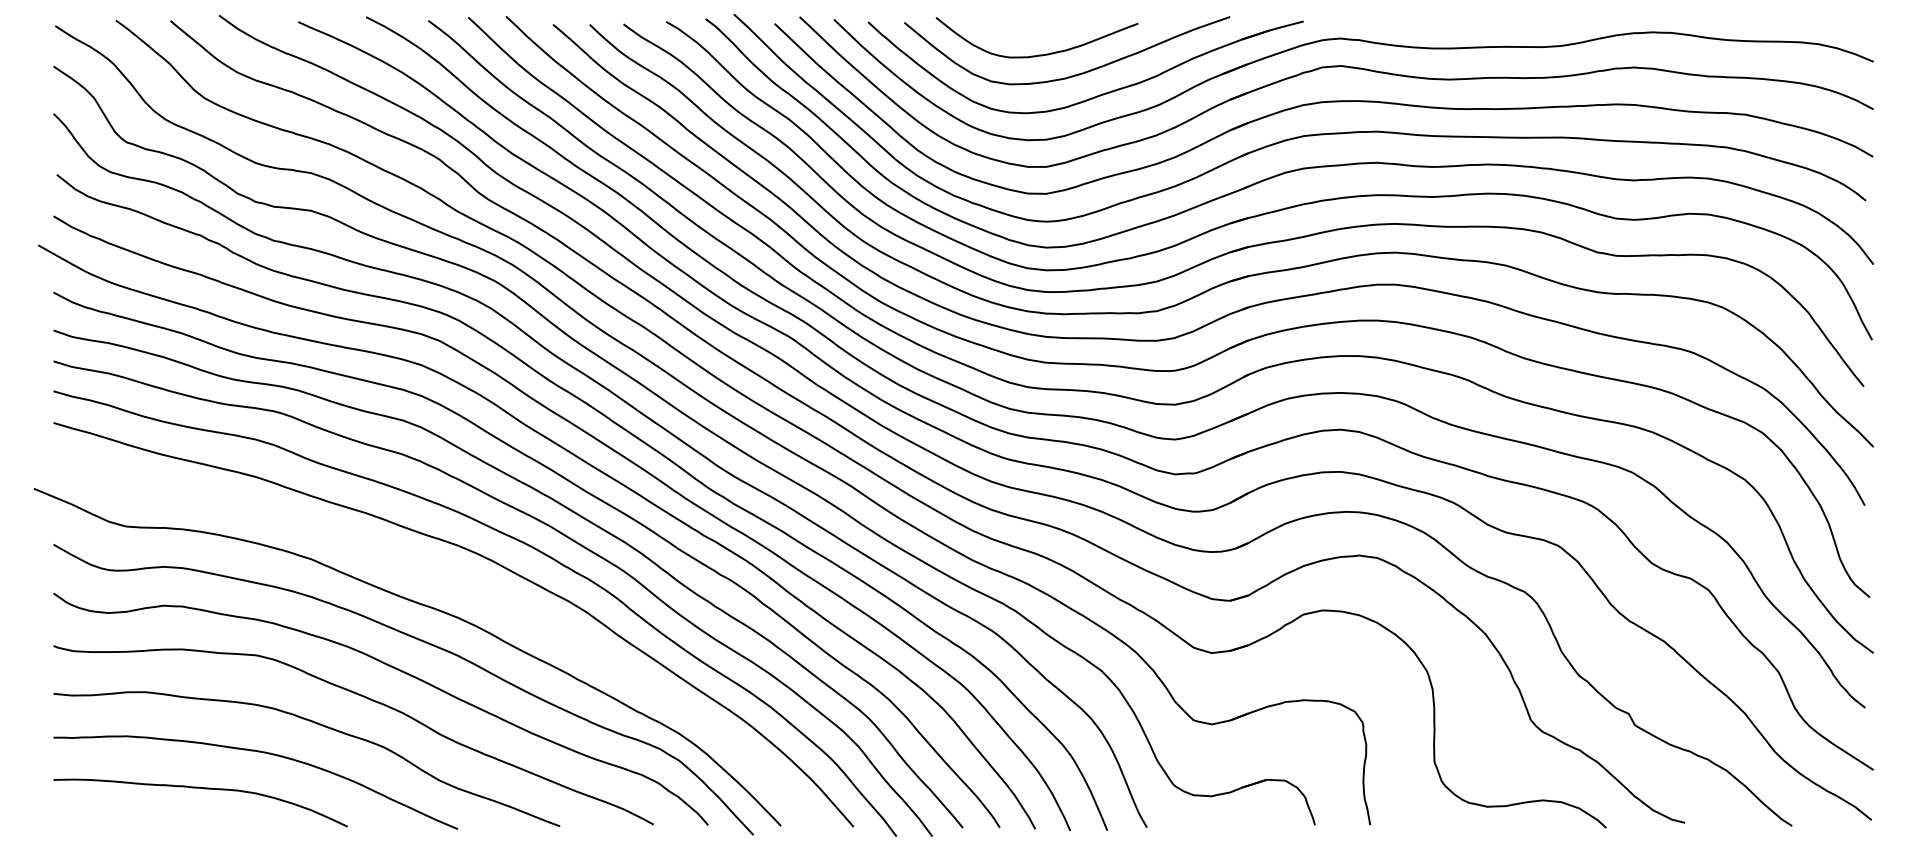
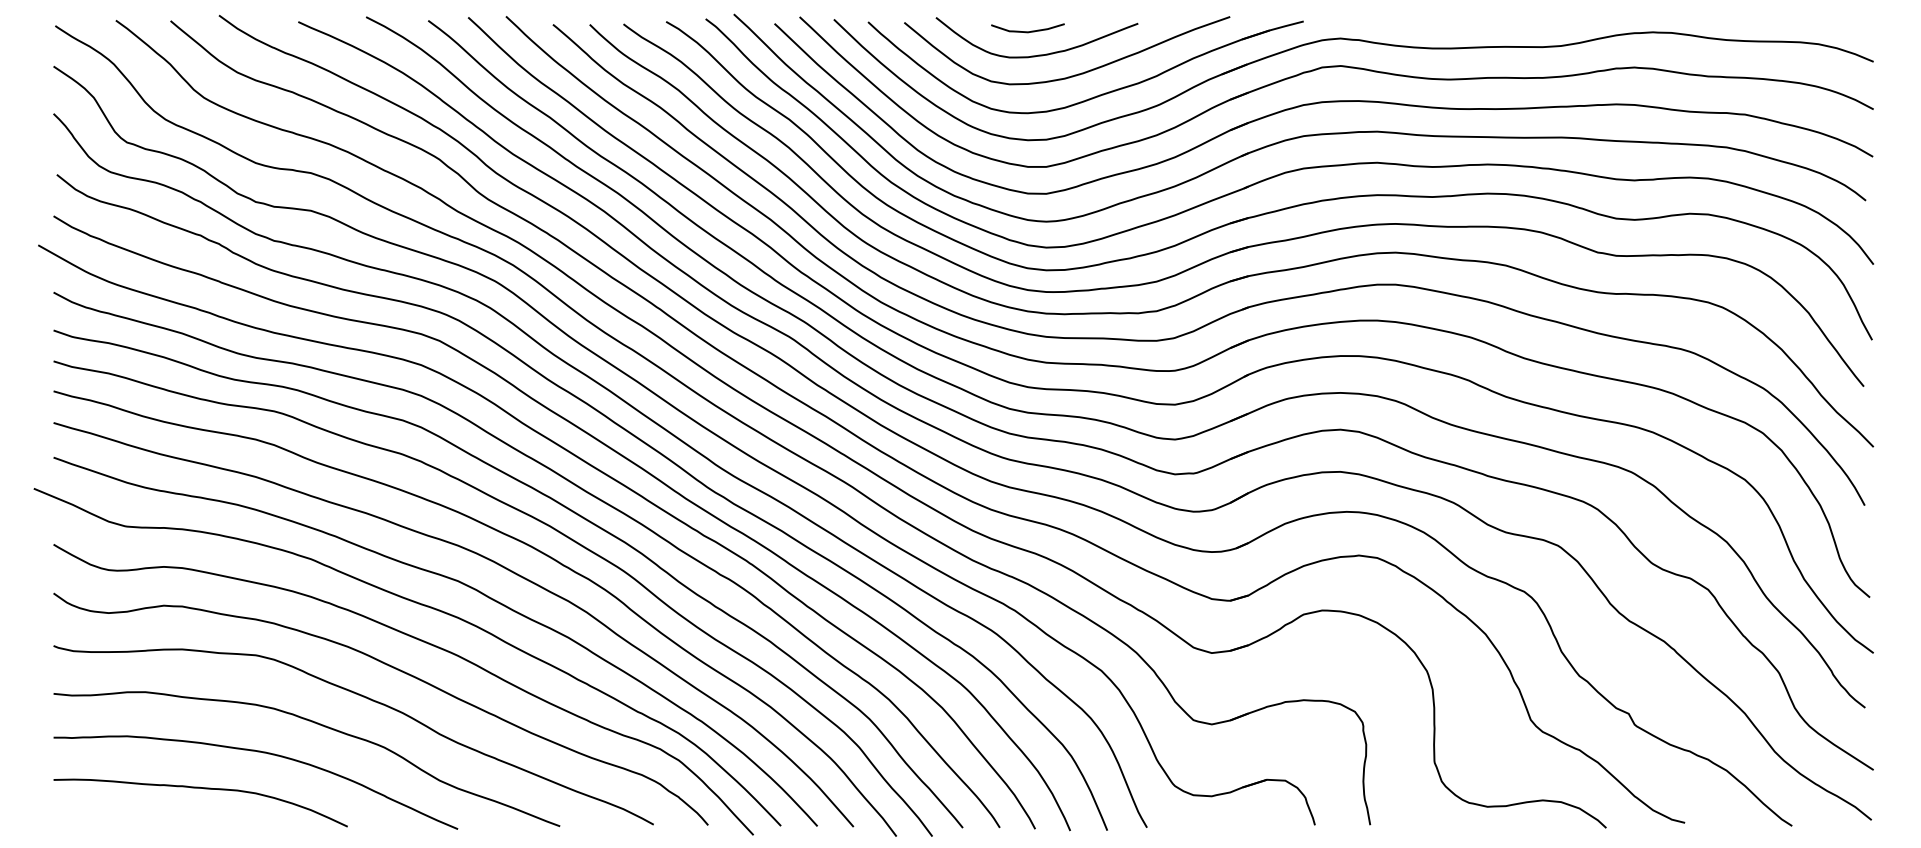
curve at (1027, 31): none -> present
curve at (464, 585): none -> present
